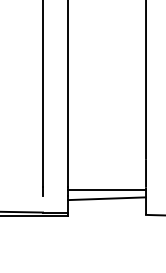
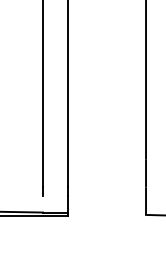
line at (107, 190): present -> none
line at (107, 198): present -> none
